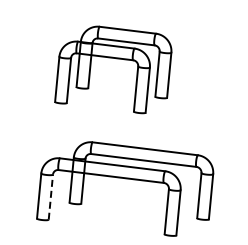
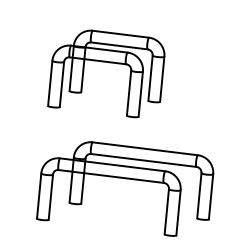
part at (116, 59) position: (116, 59) -> (109, 63)
line at (50, 197): dashed -> solid
